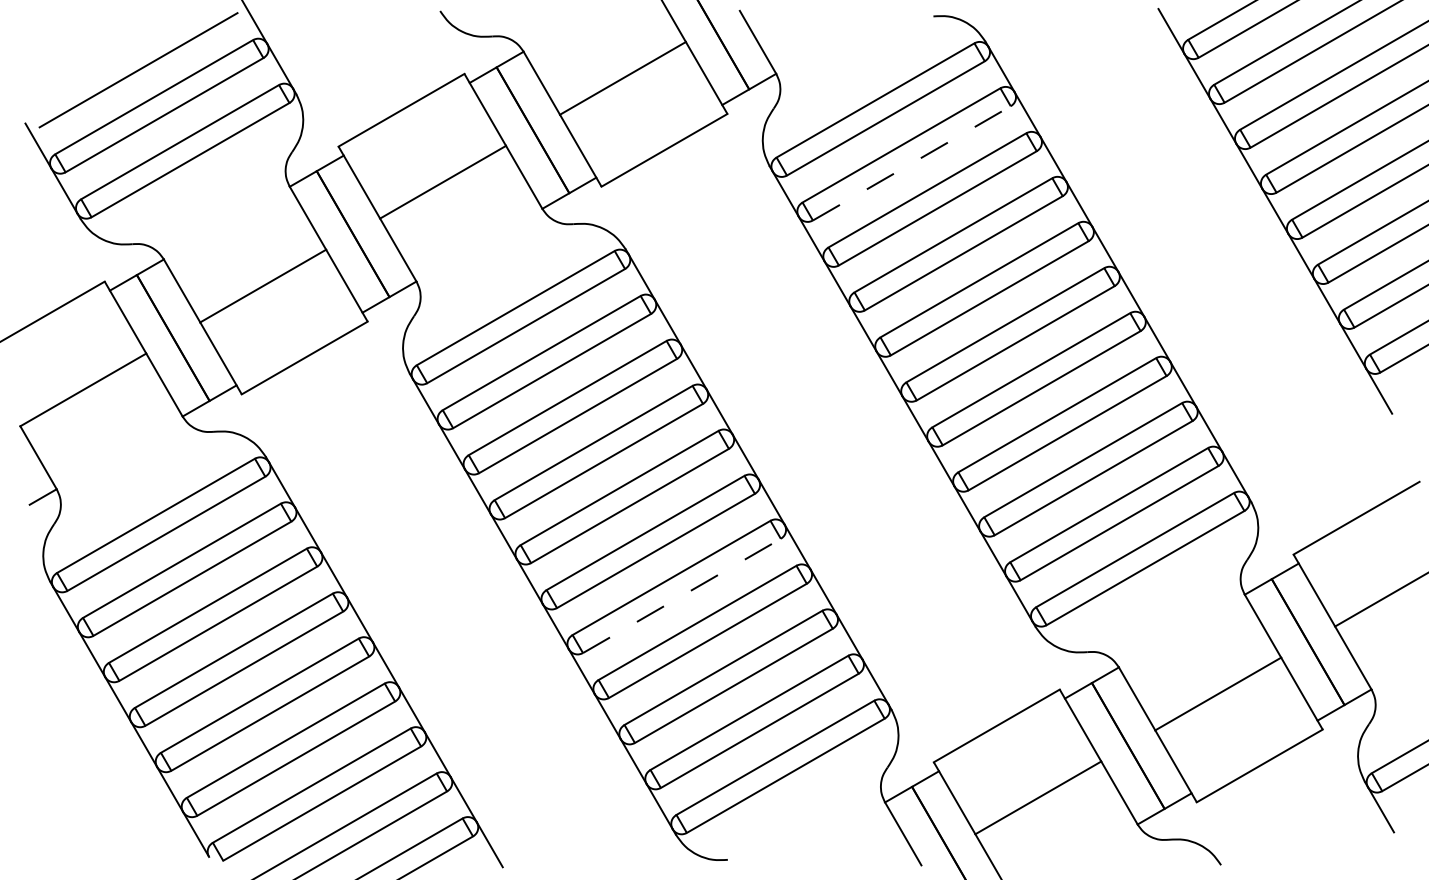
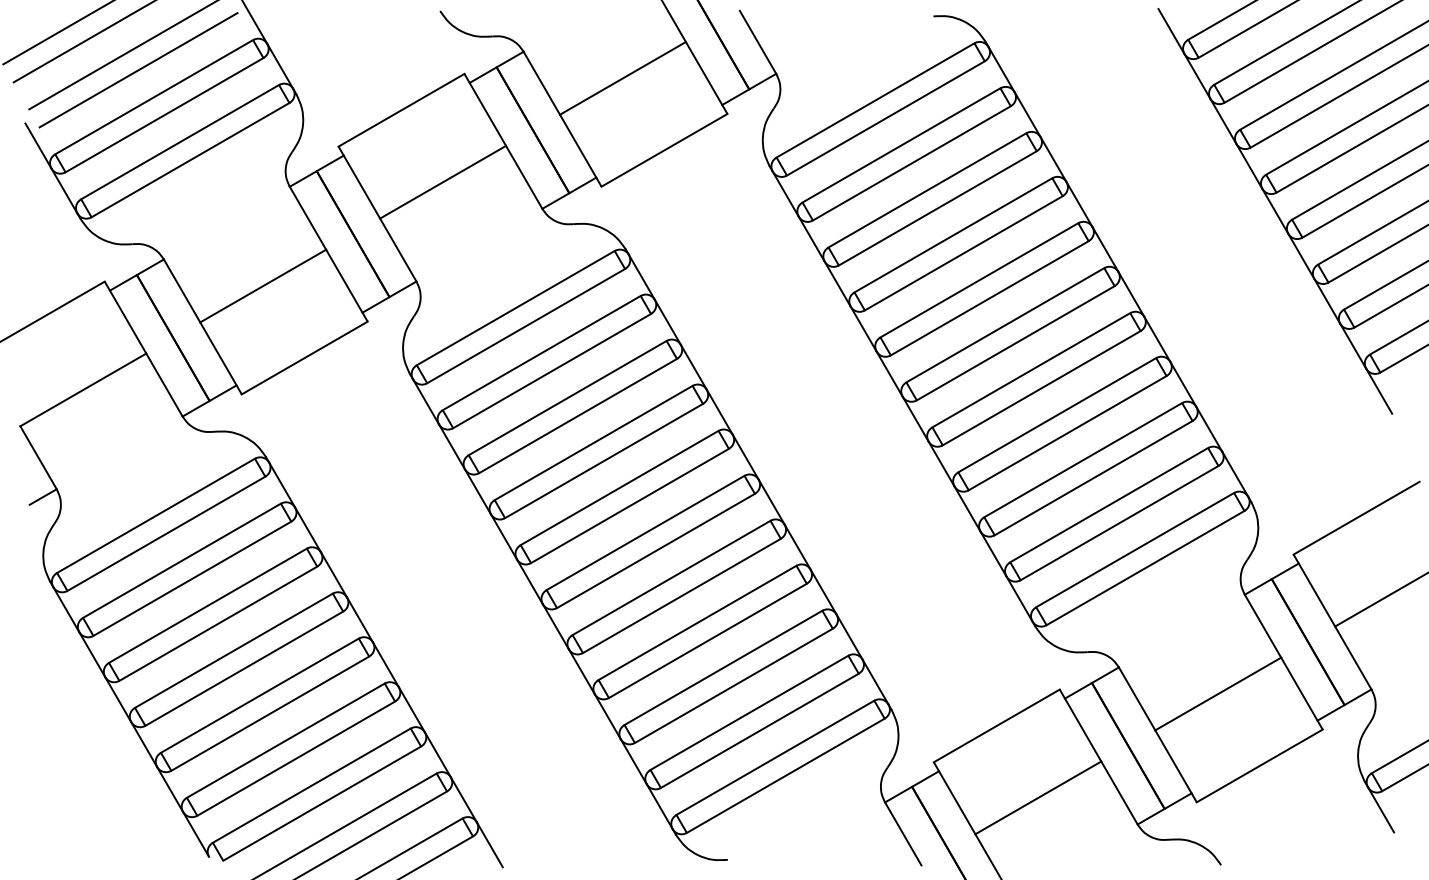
line at (56, 33): none -> present
line at (82, 42): none -> present
line at (121, 55): none -> present
line at (912, 163): dashed -> solid
line at (682, 595): dashed -> solid
